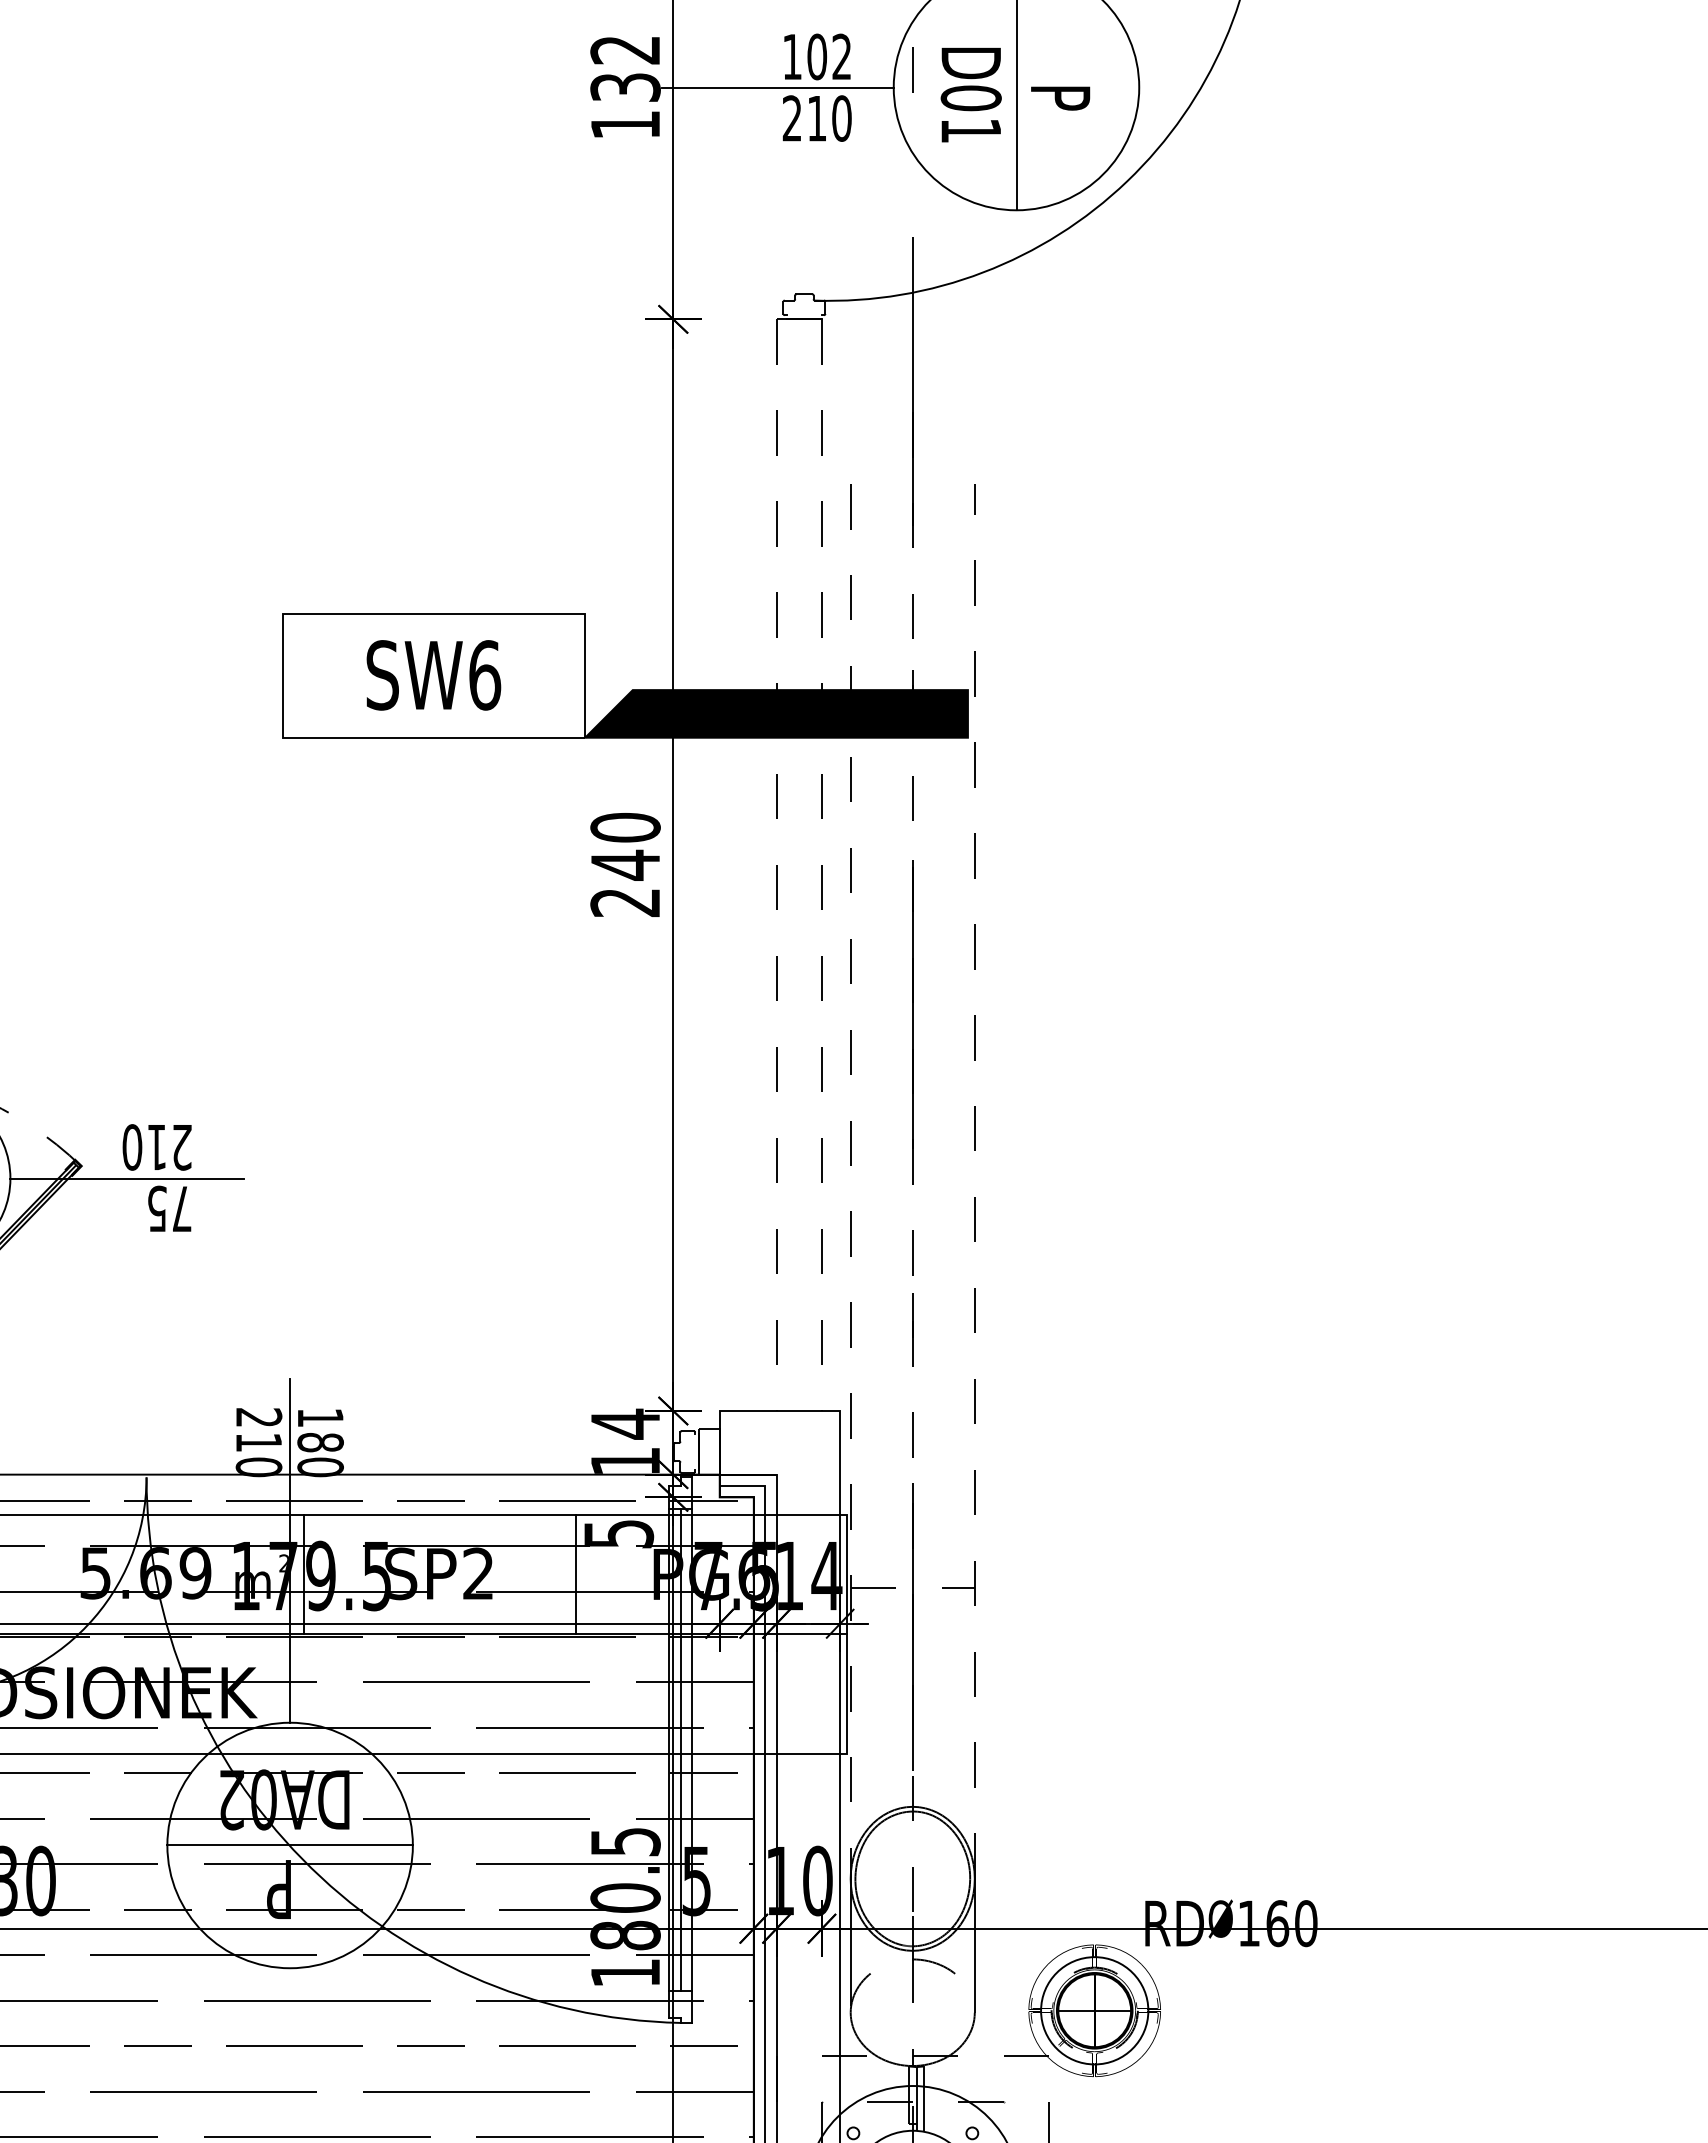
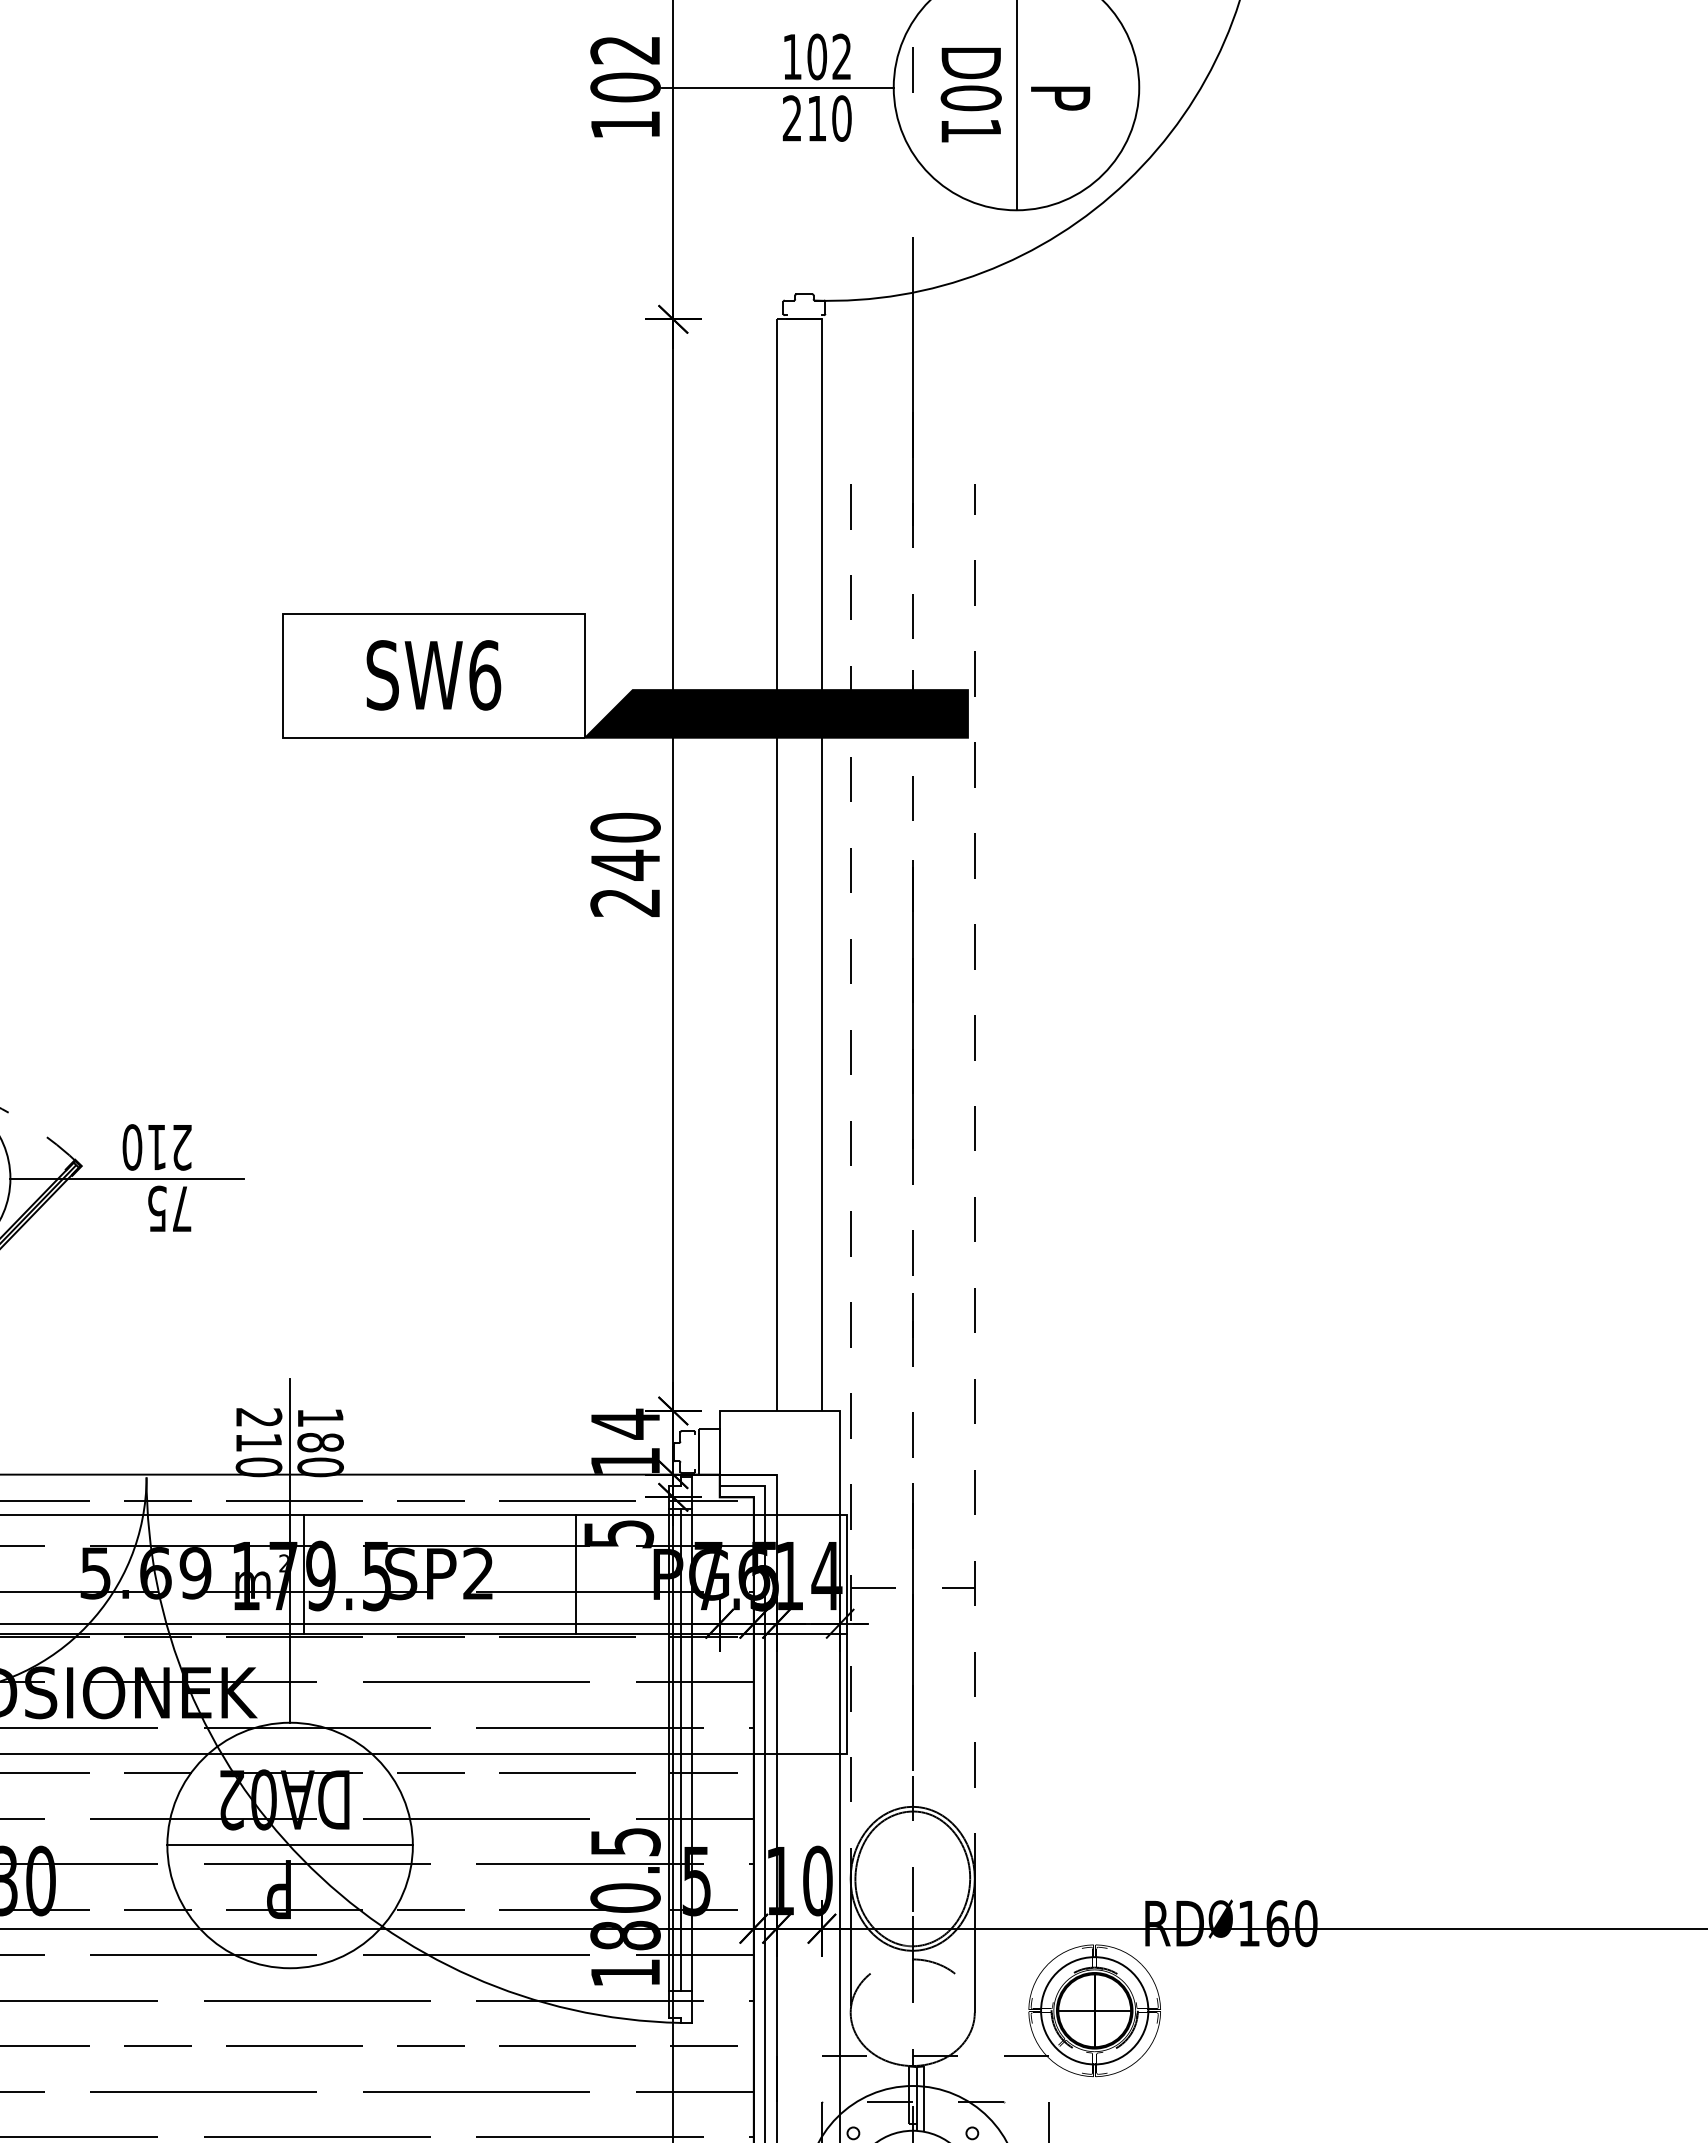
text at (625, 87): 132 -> 102
line at (776, 865): dashed -> solid
line at (822, 865): dashed -> solid
